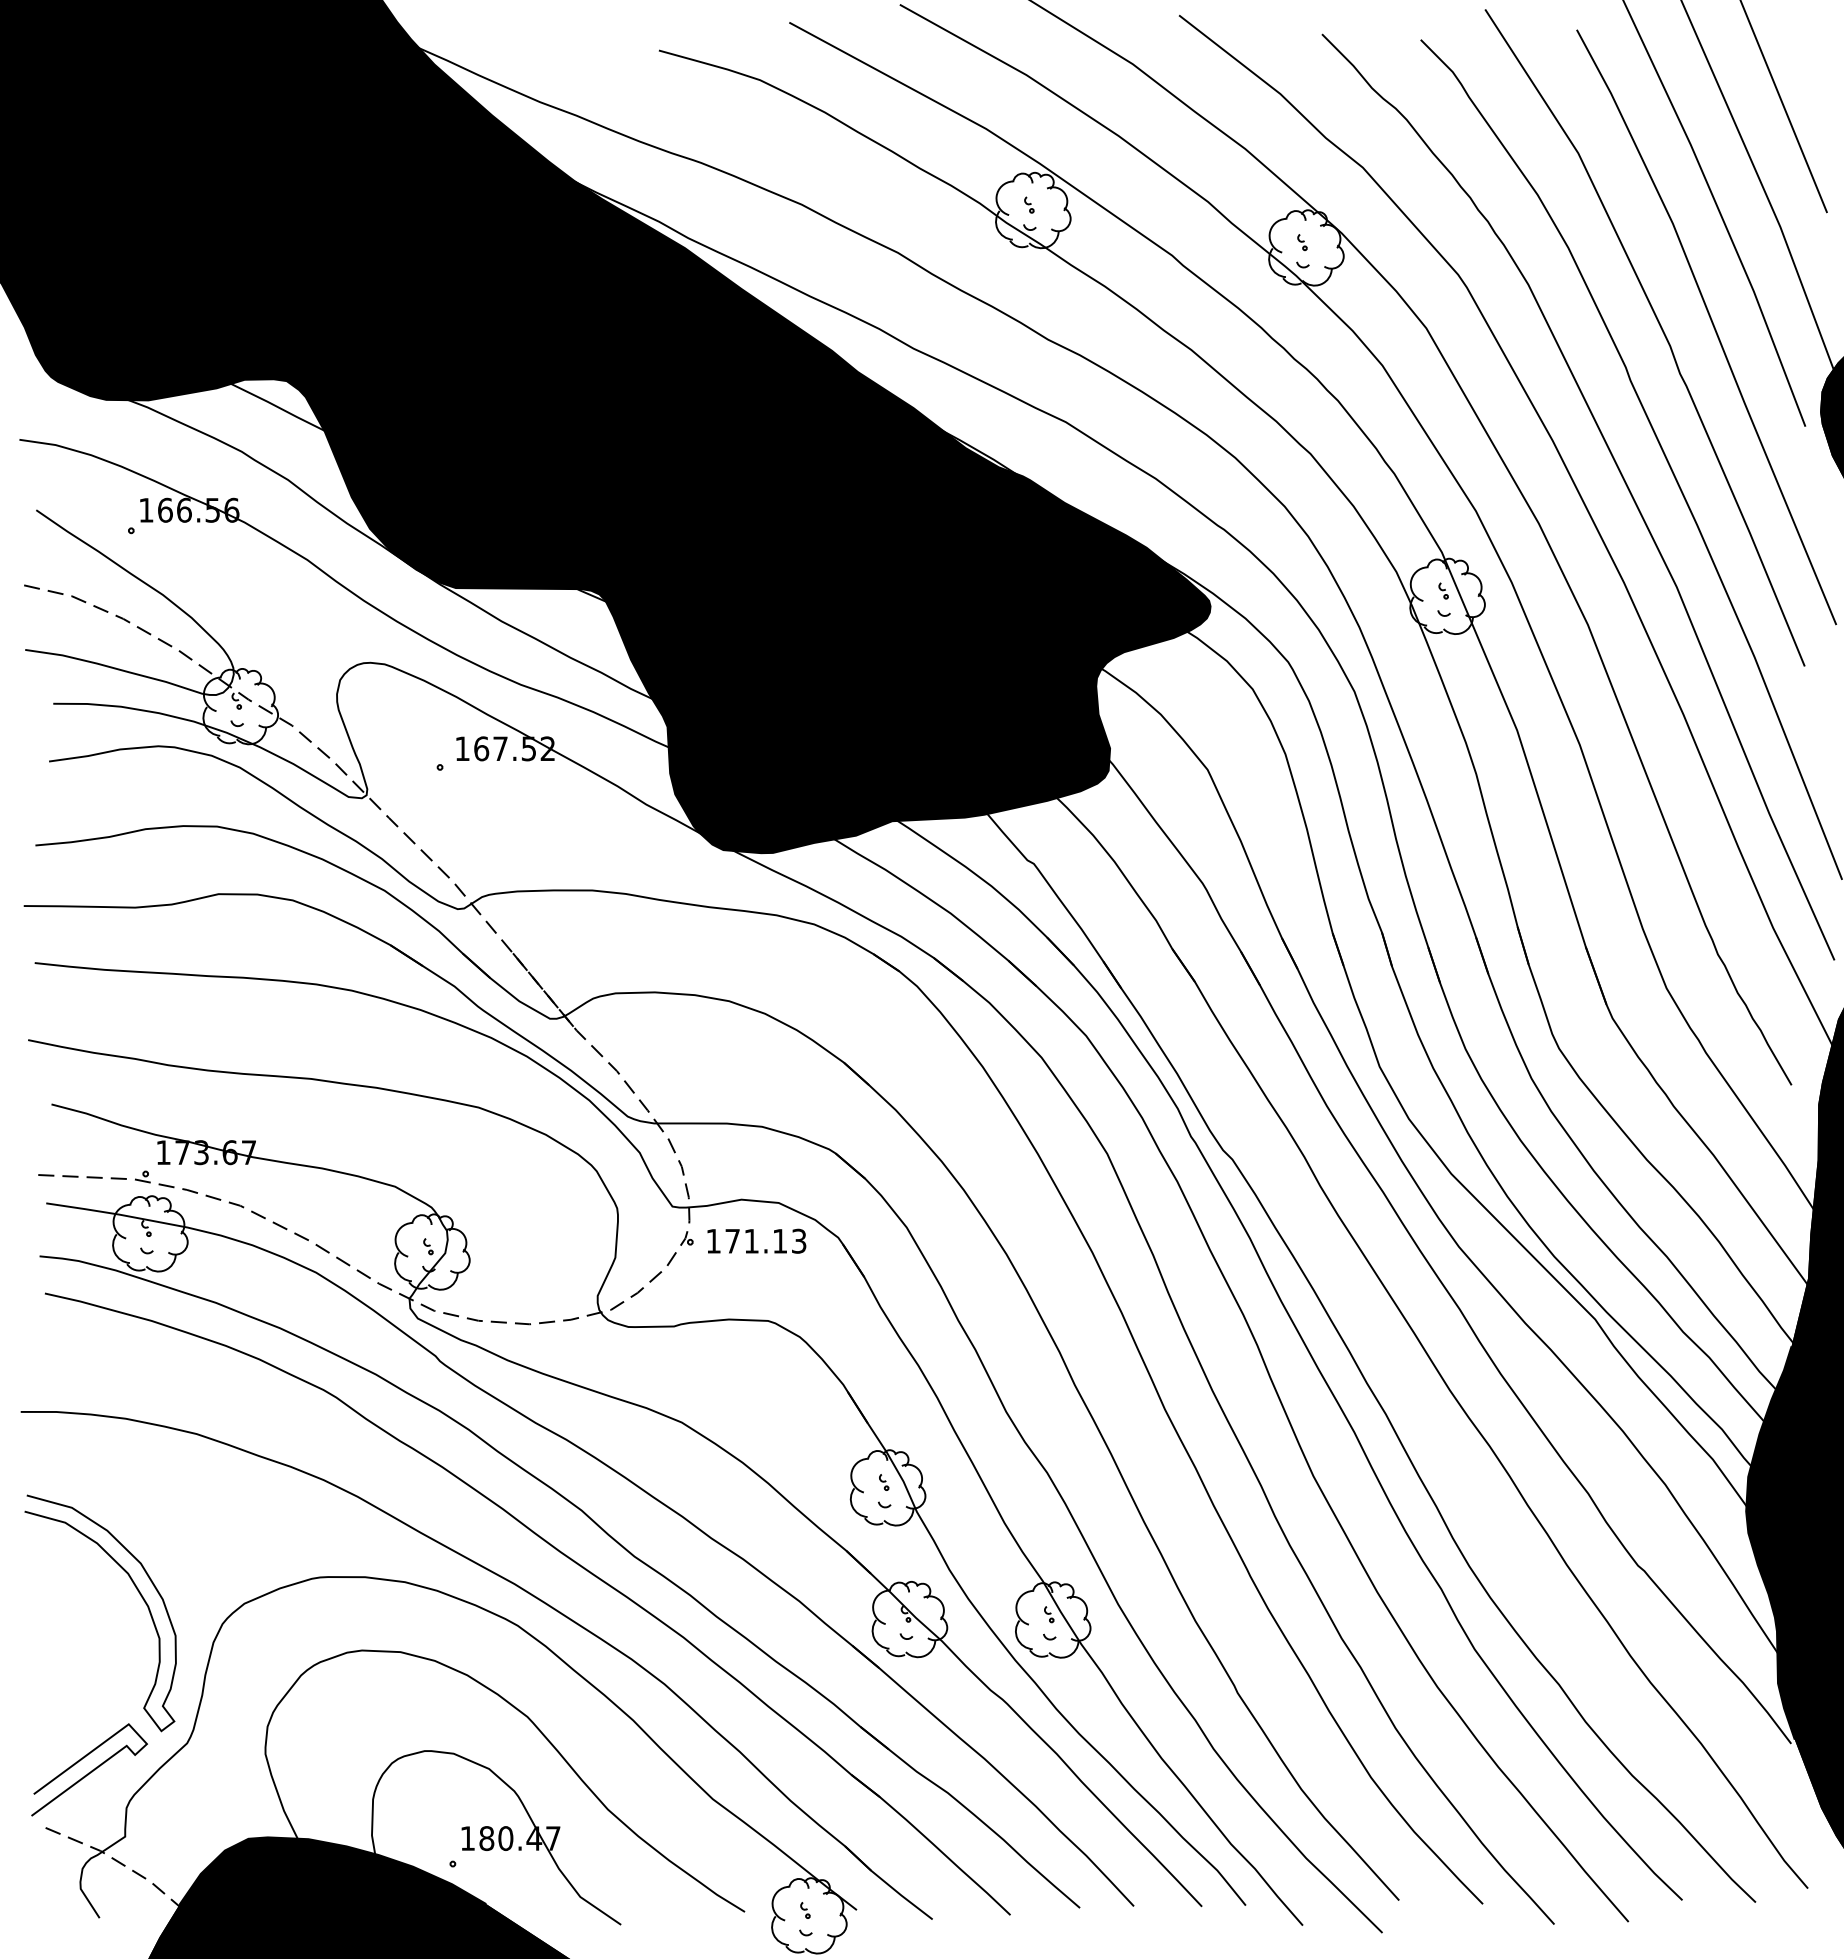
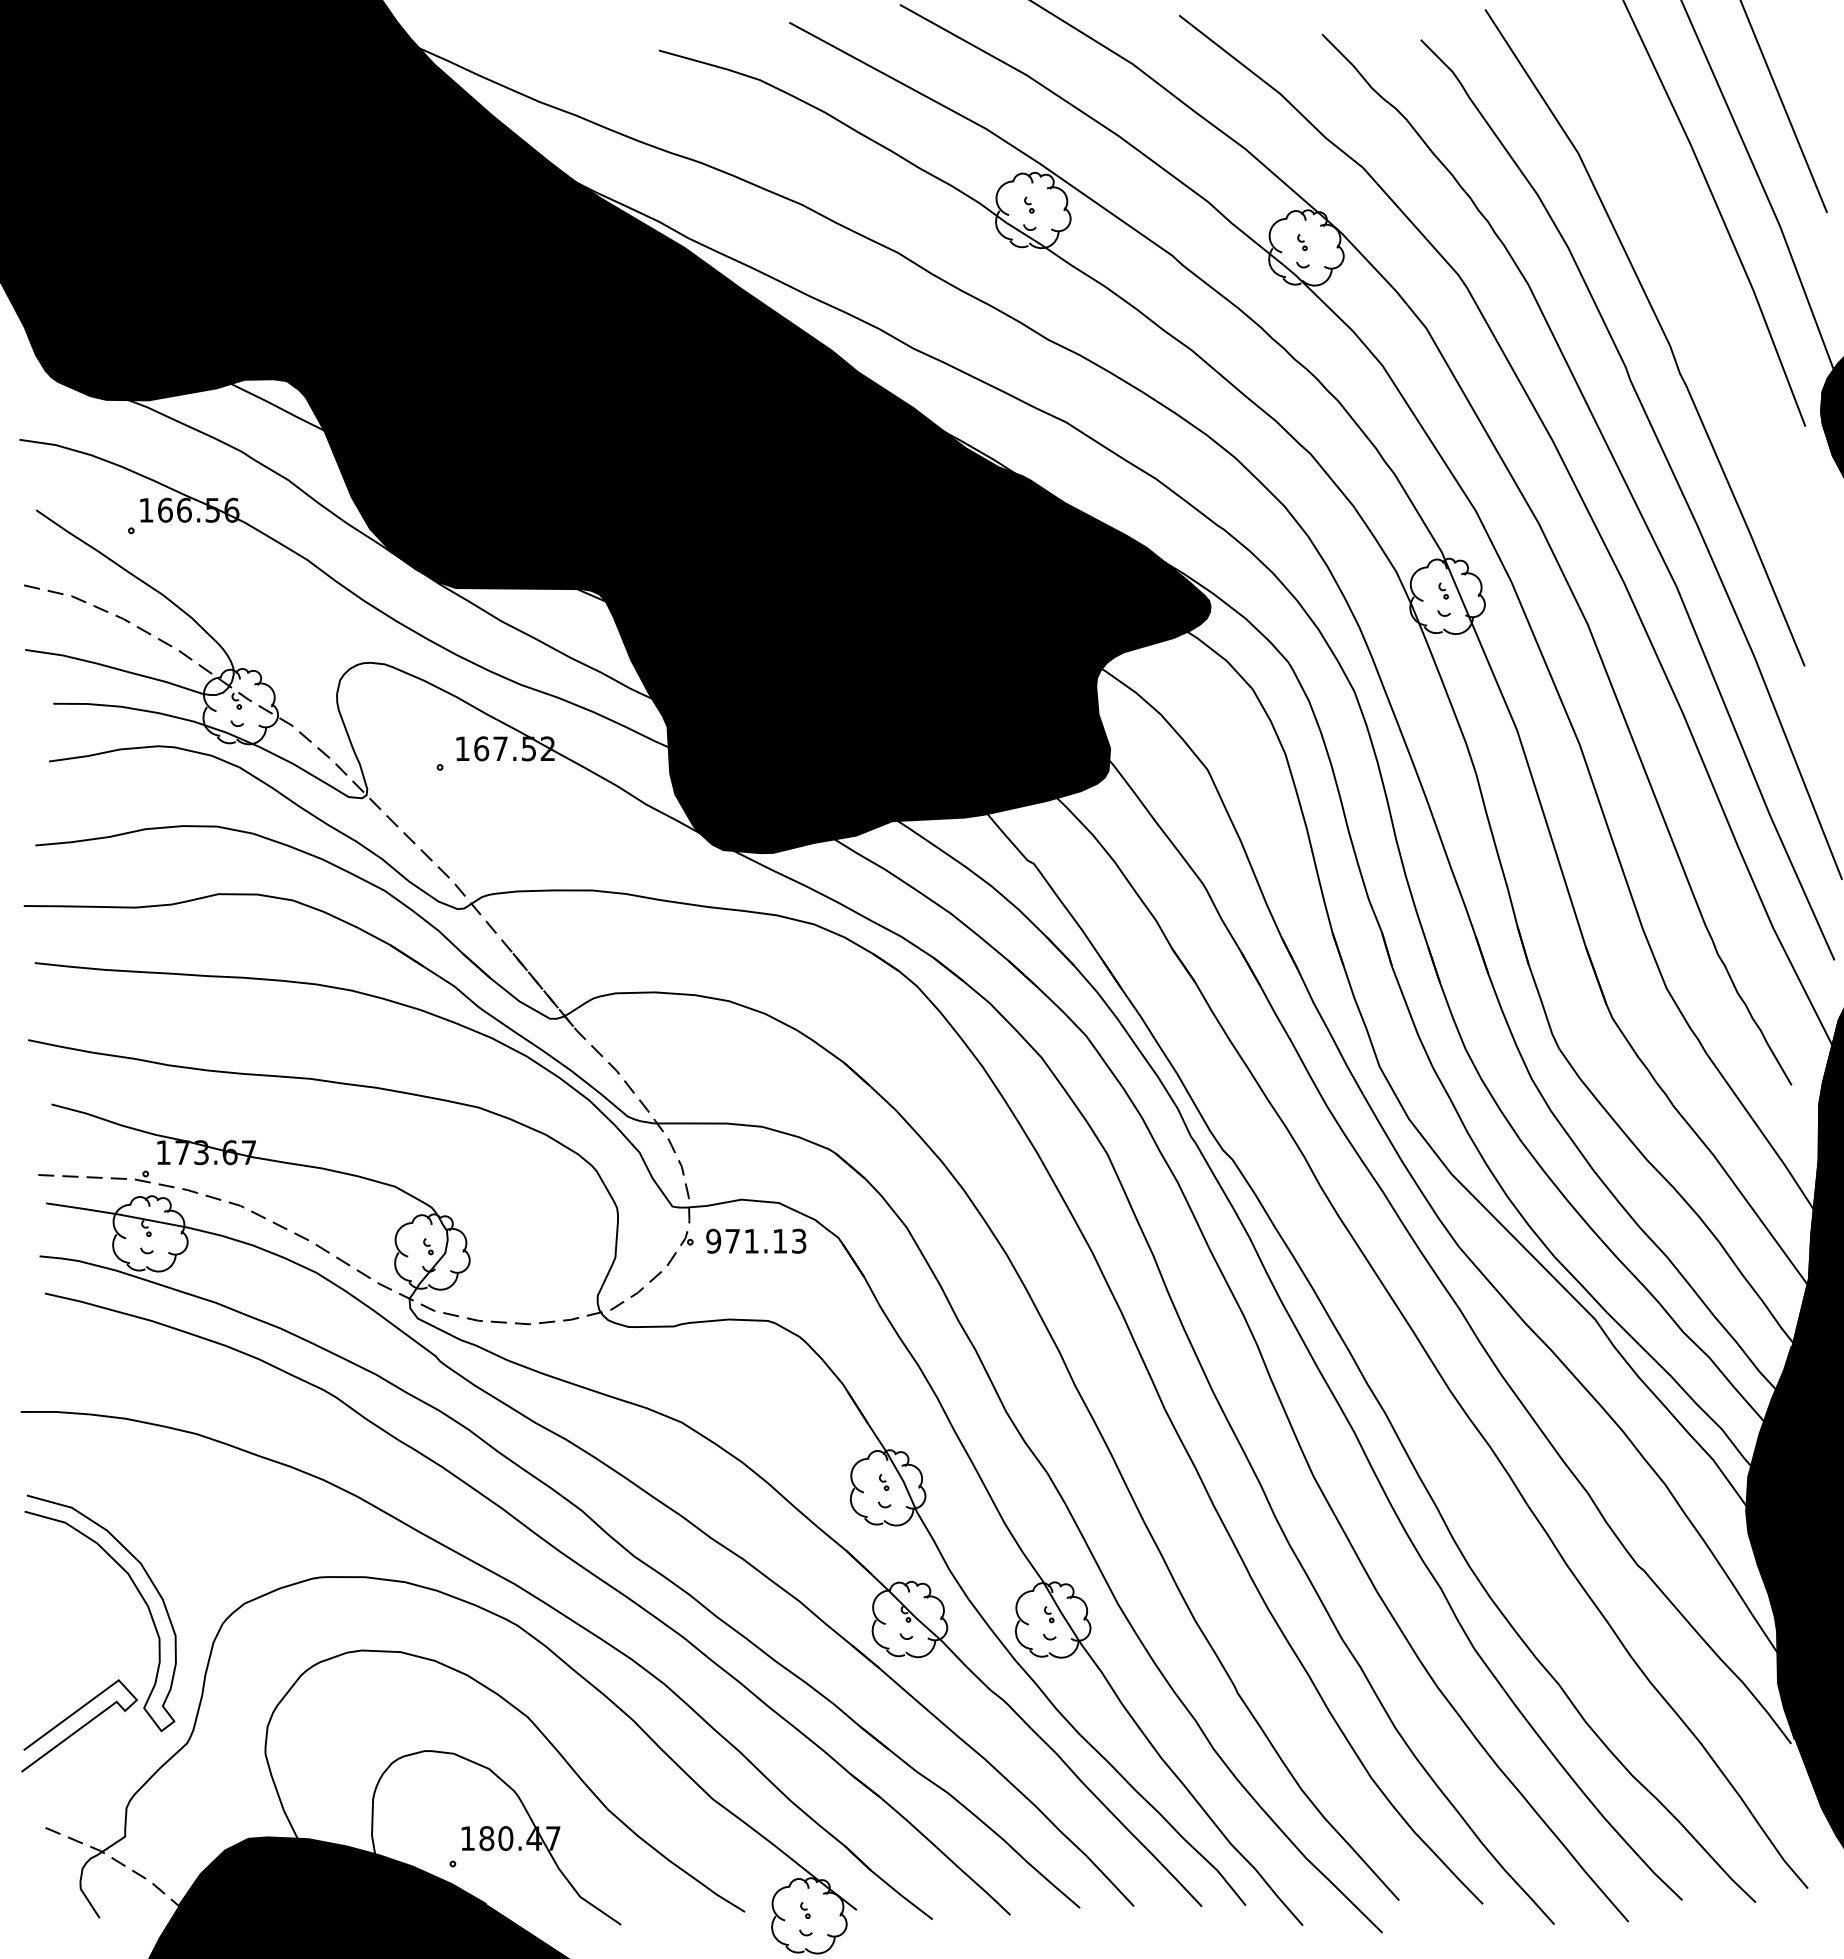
line at (1712, 325): present -> none
text at (713, 1240): 171.13 -> 971.13
curve at (91, 1770) position: (91, 1770) -> (81, 1726)
